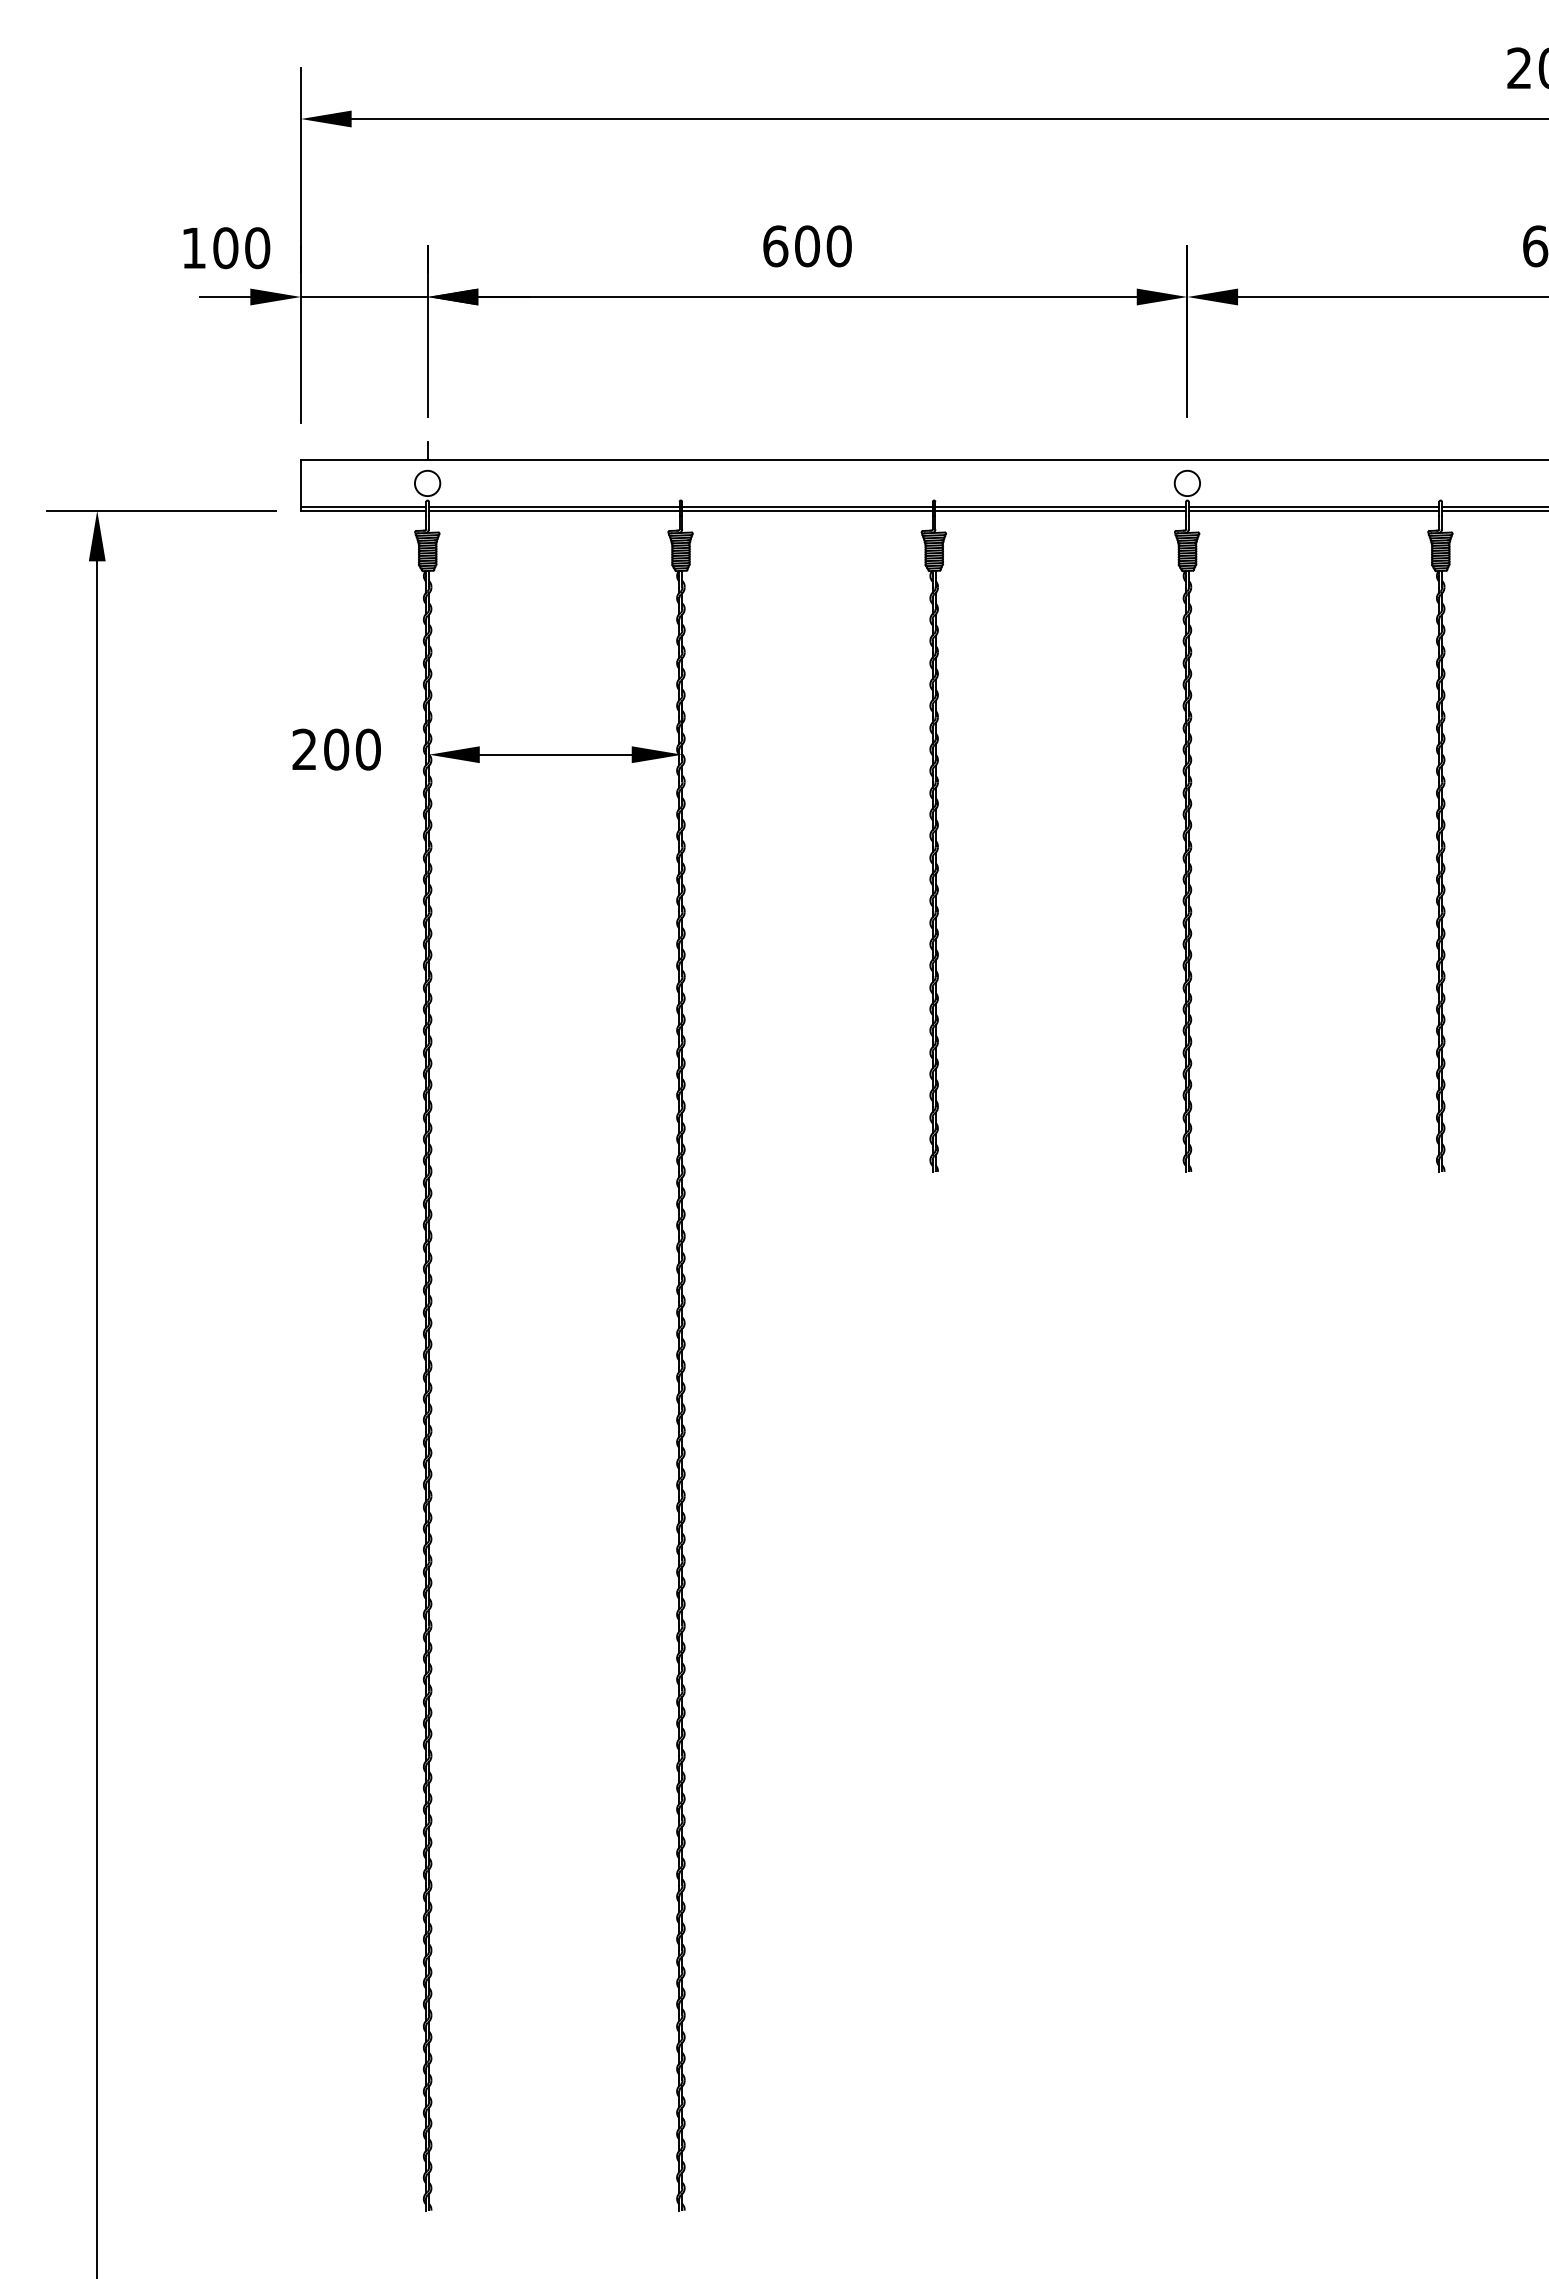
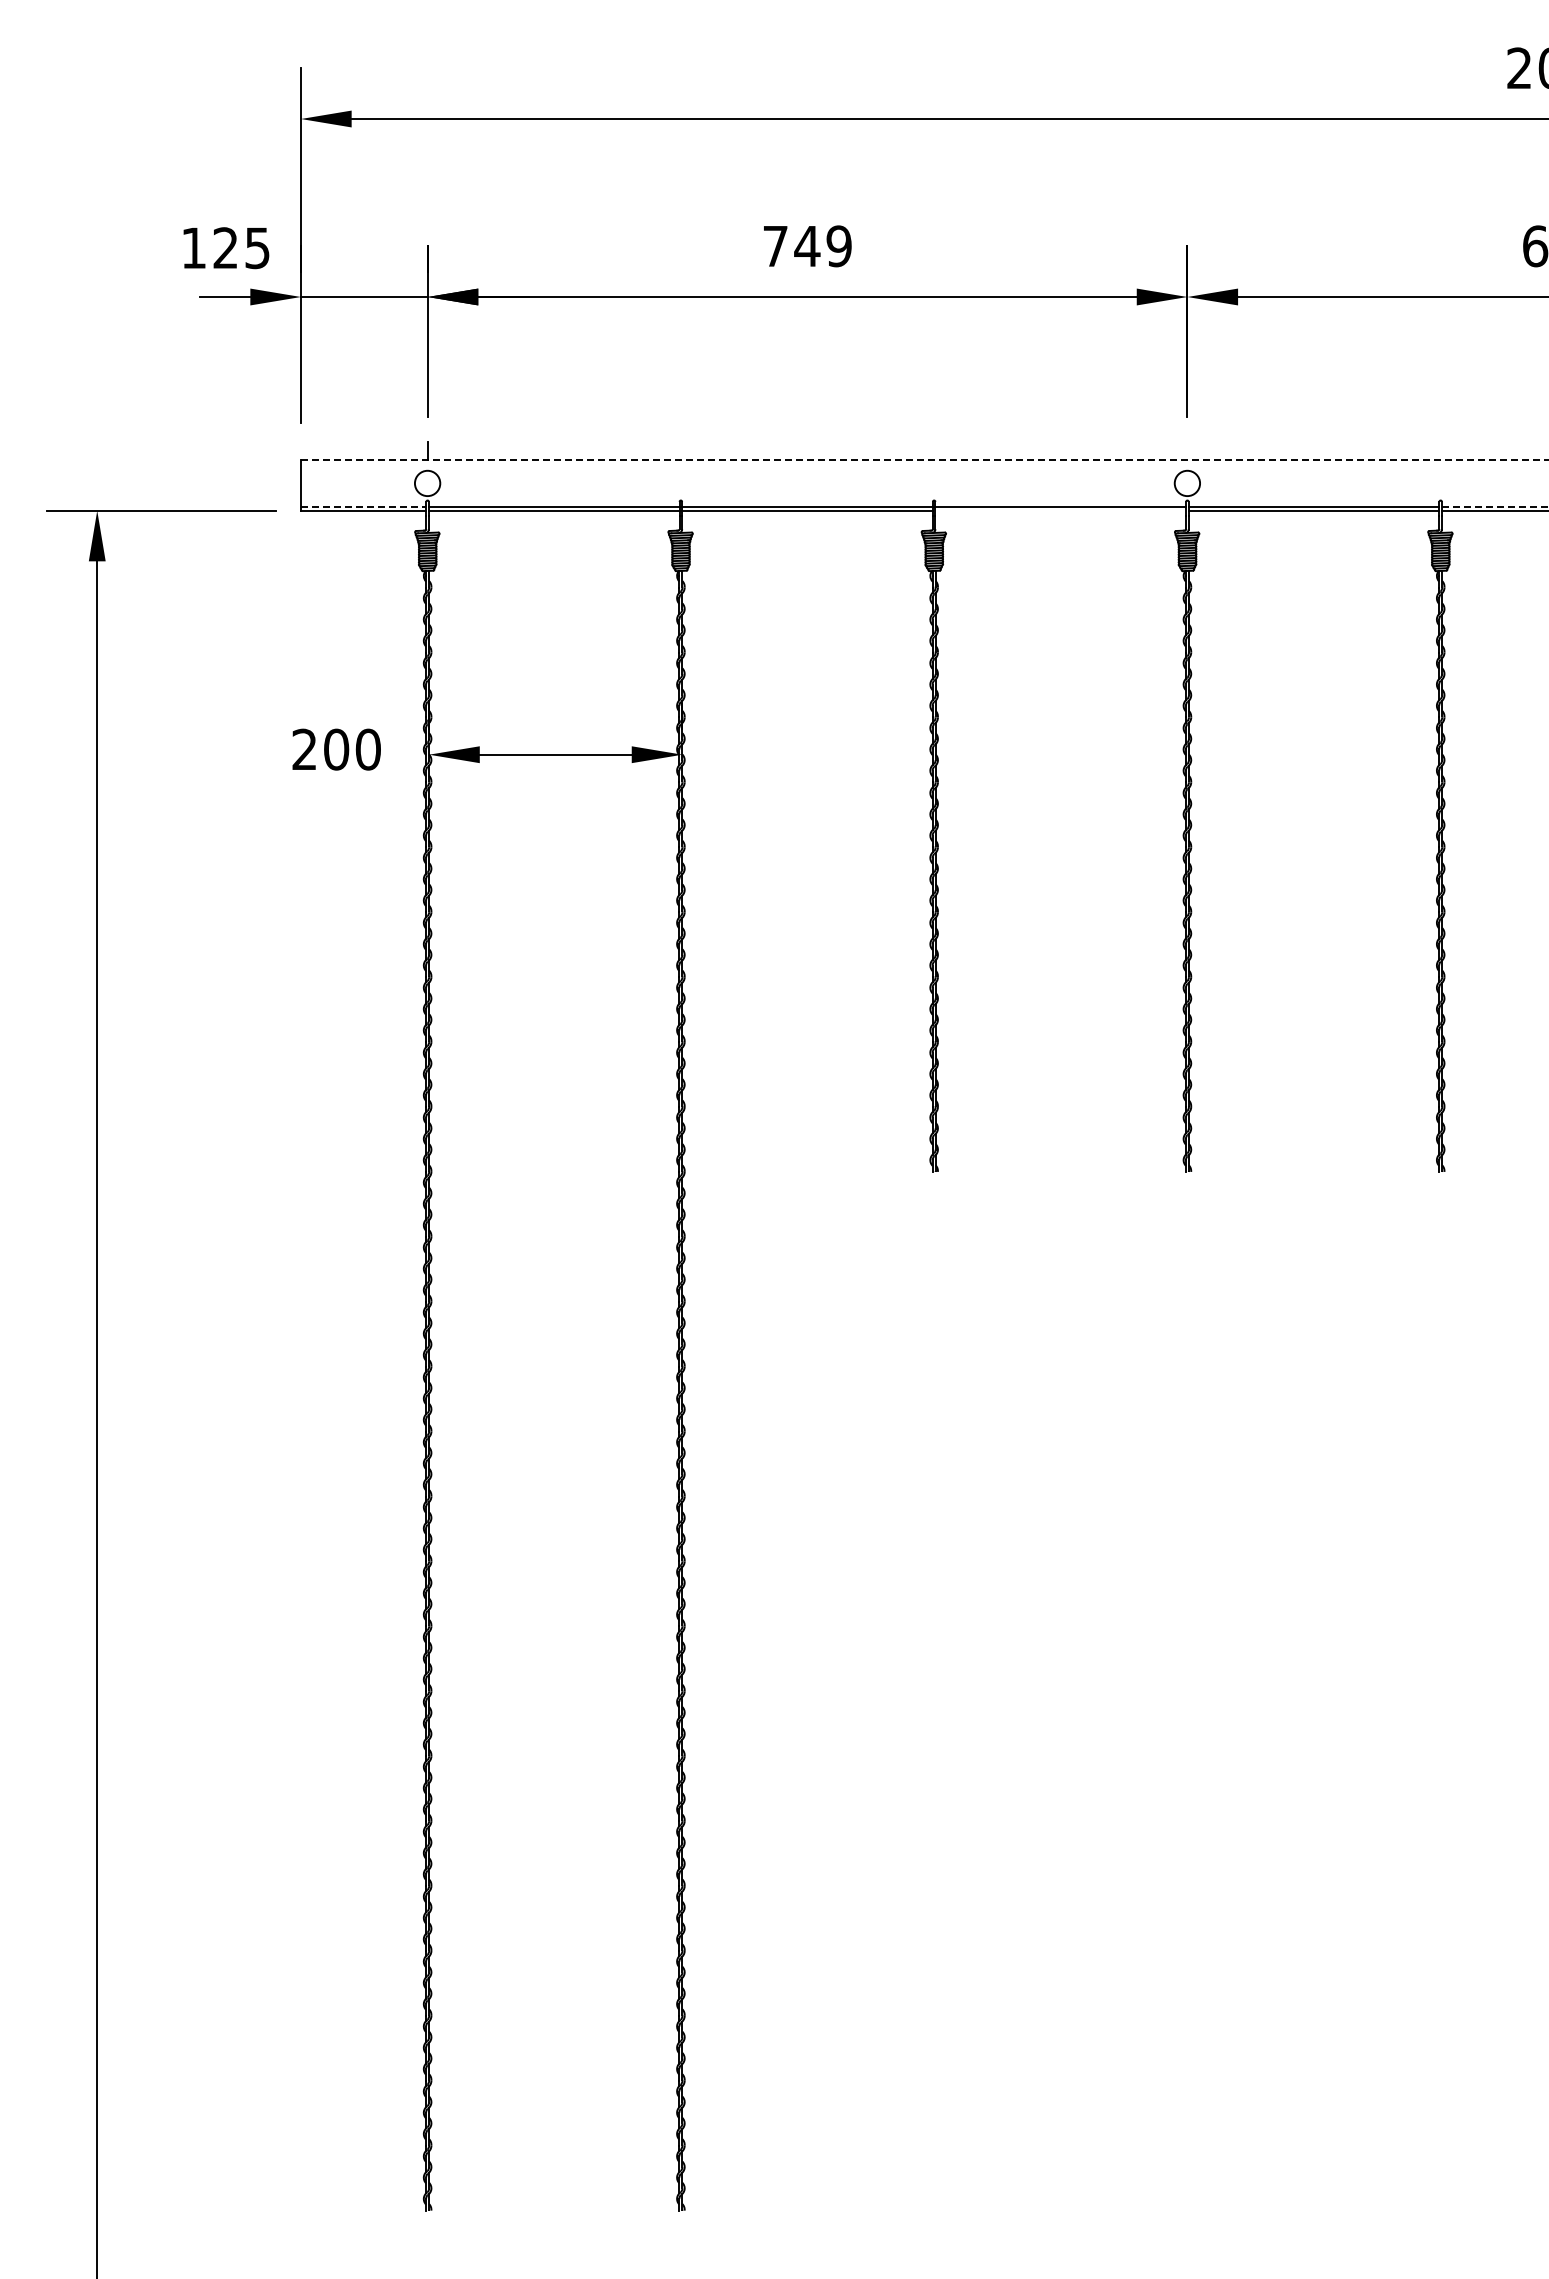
text at (807, 246): 600 -> 749
text at (241, 248): 100 -> 125
line at (924, 460): solid -> dashed
line at (363, 506): solid -> dashed
line at (1495, 506): solid -> dashed
line at (1060, 510): present -> none
